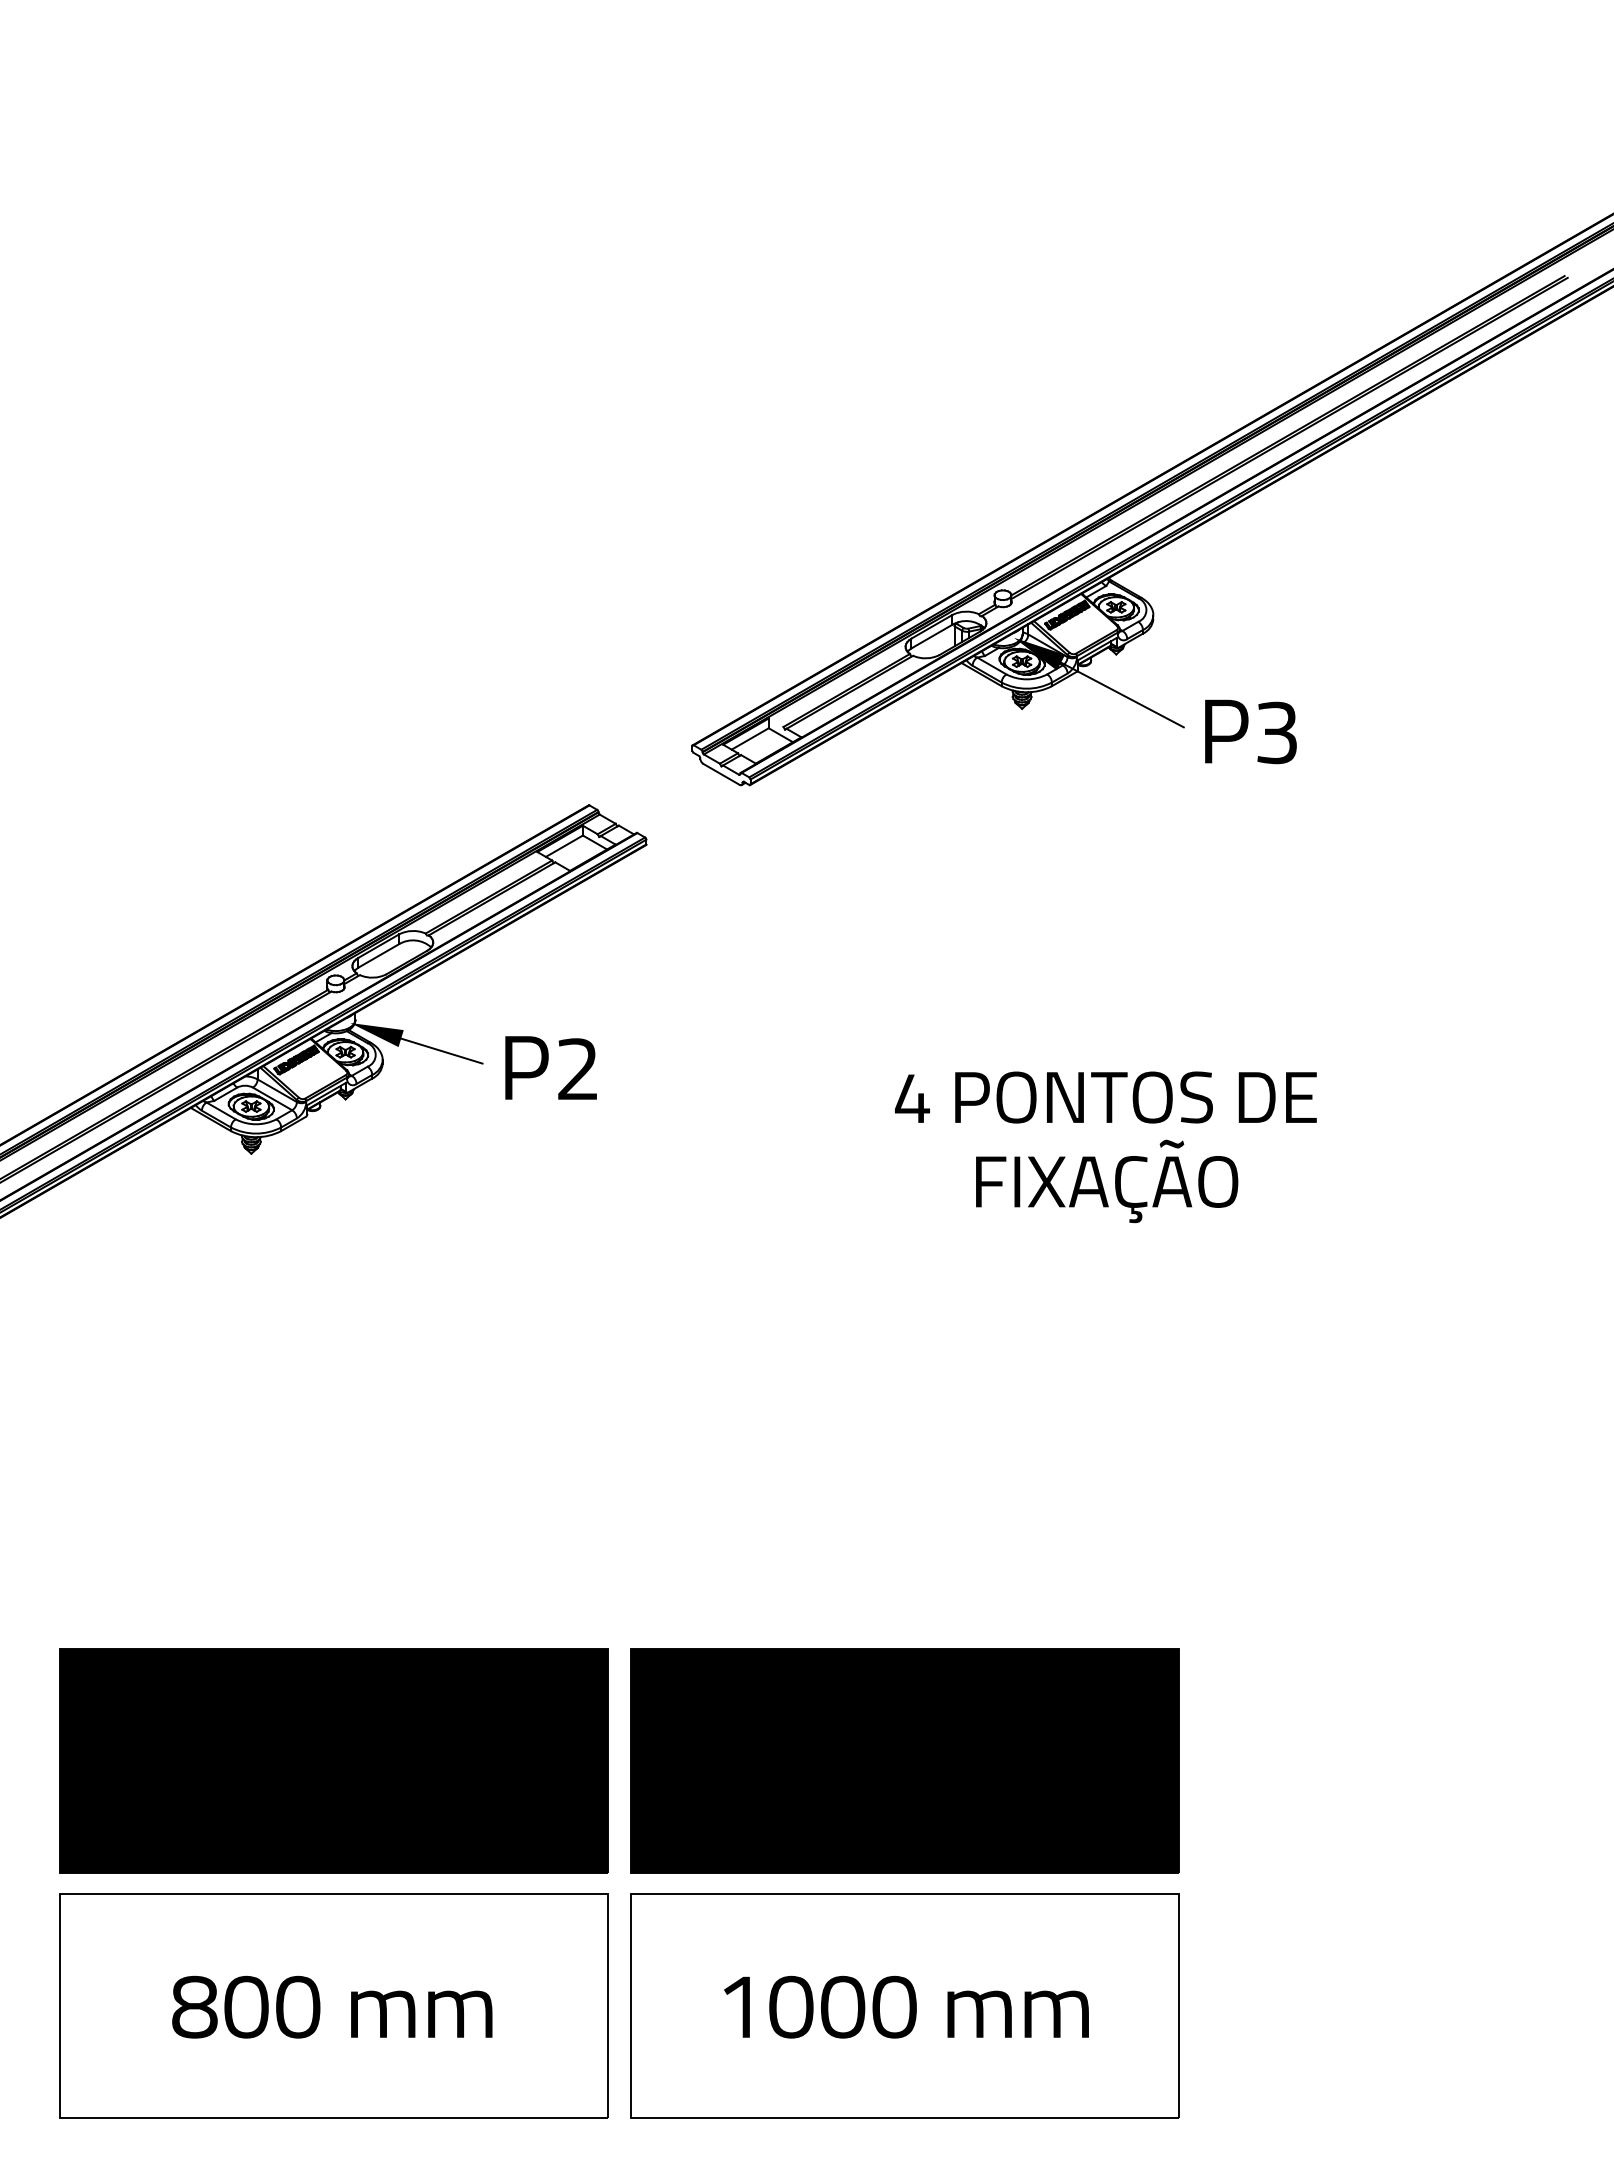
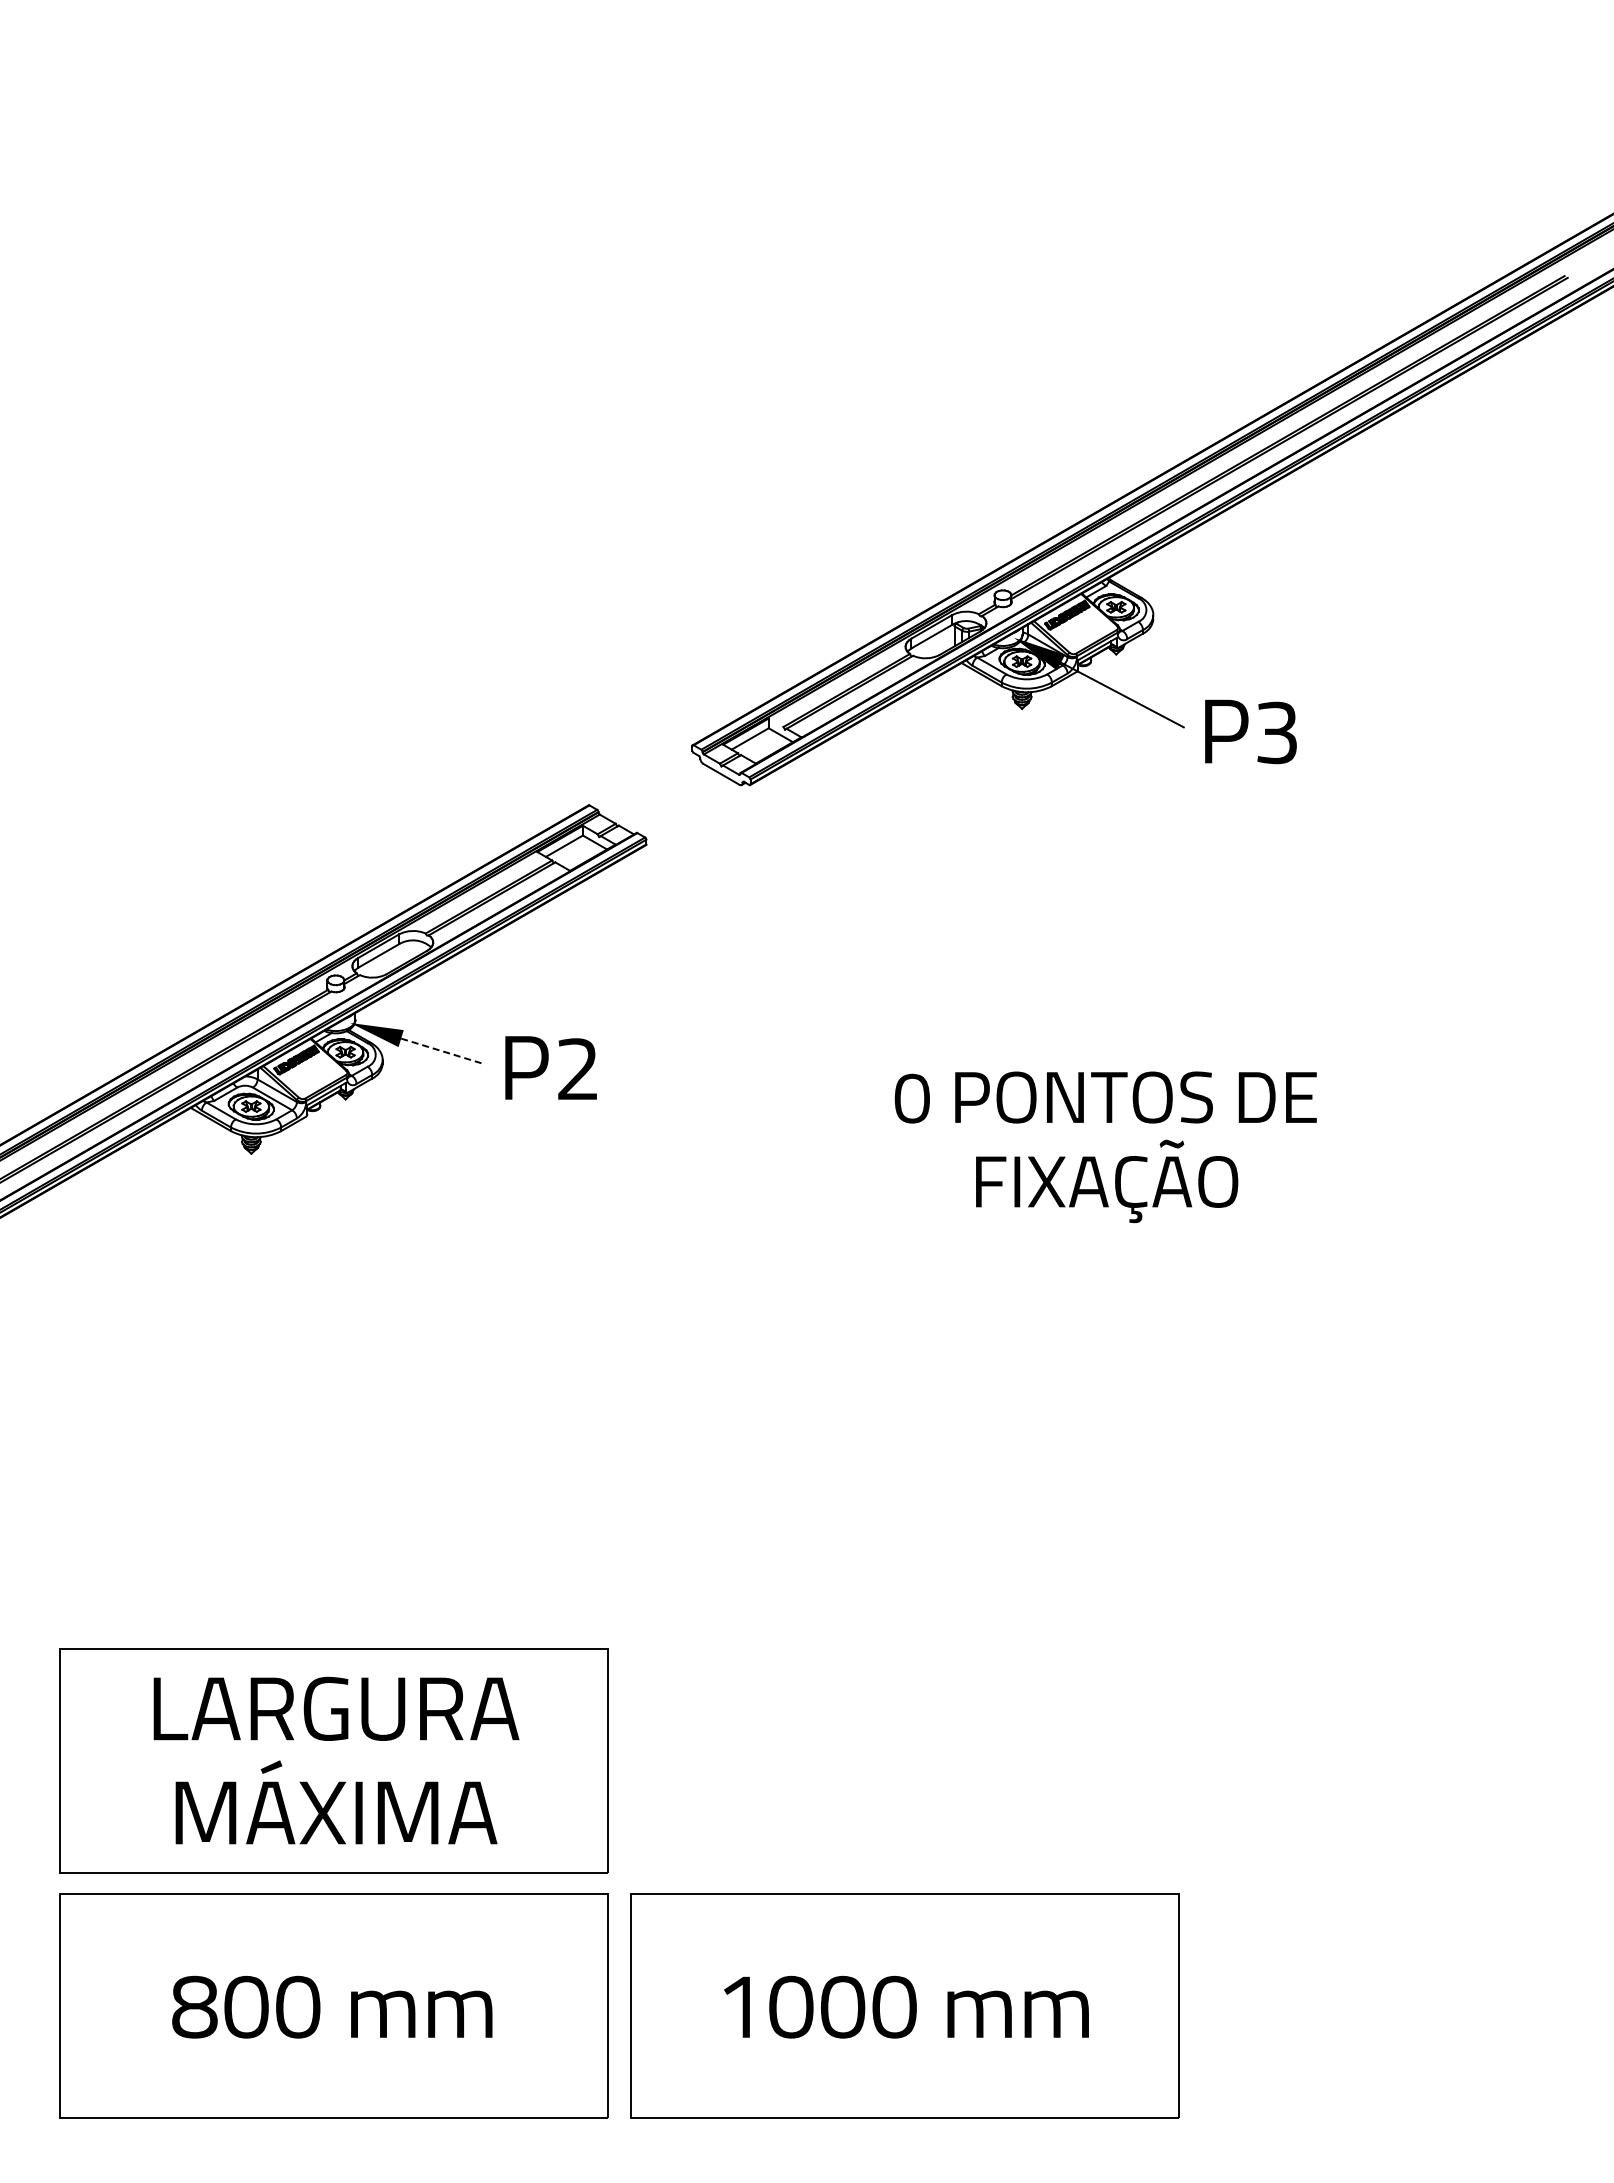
line at (441, 1051): solid -> dashed
text at (911, 1098): \c5921112;4 -> \c5921112;0
fill at (333, 1760): present -> none
part at (904, 1760): present -> none
